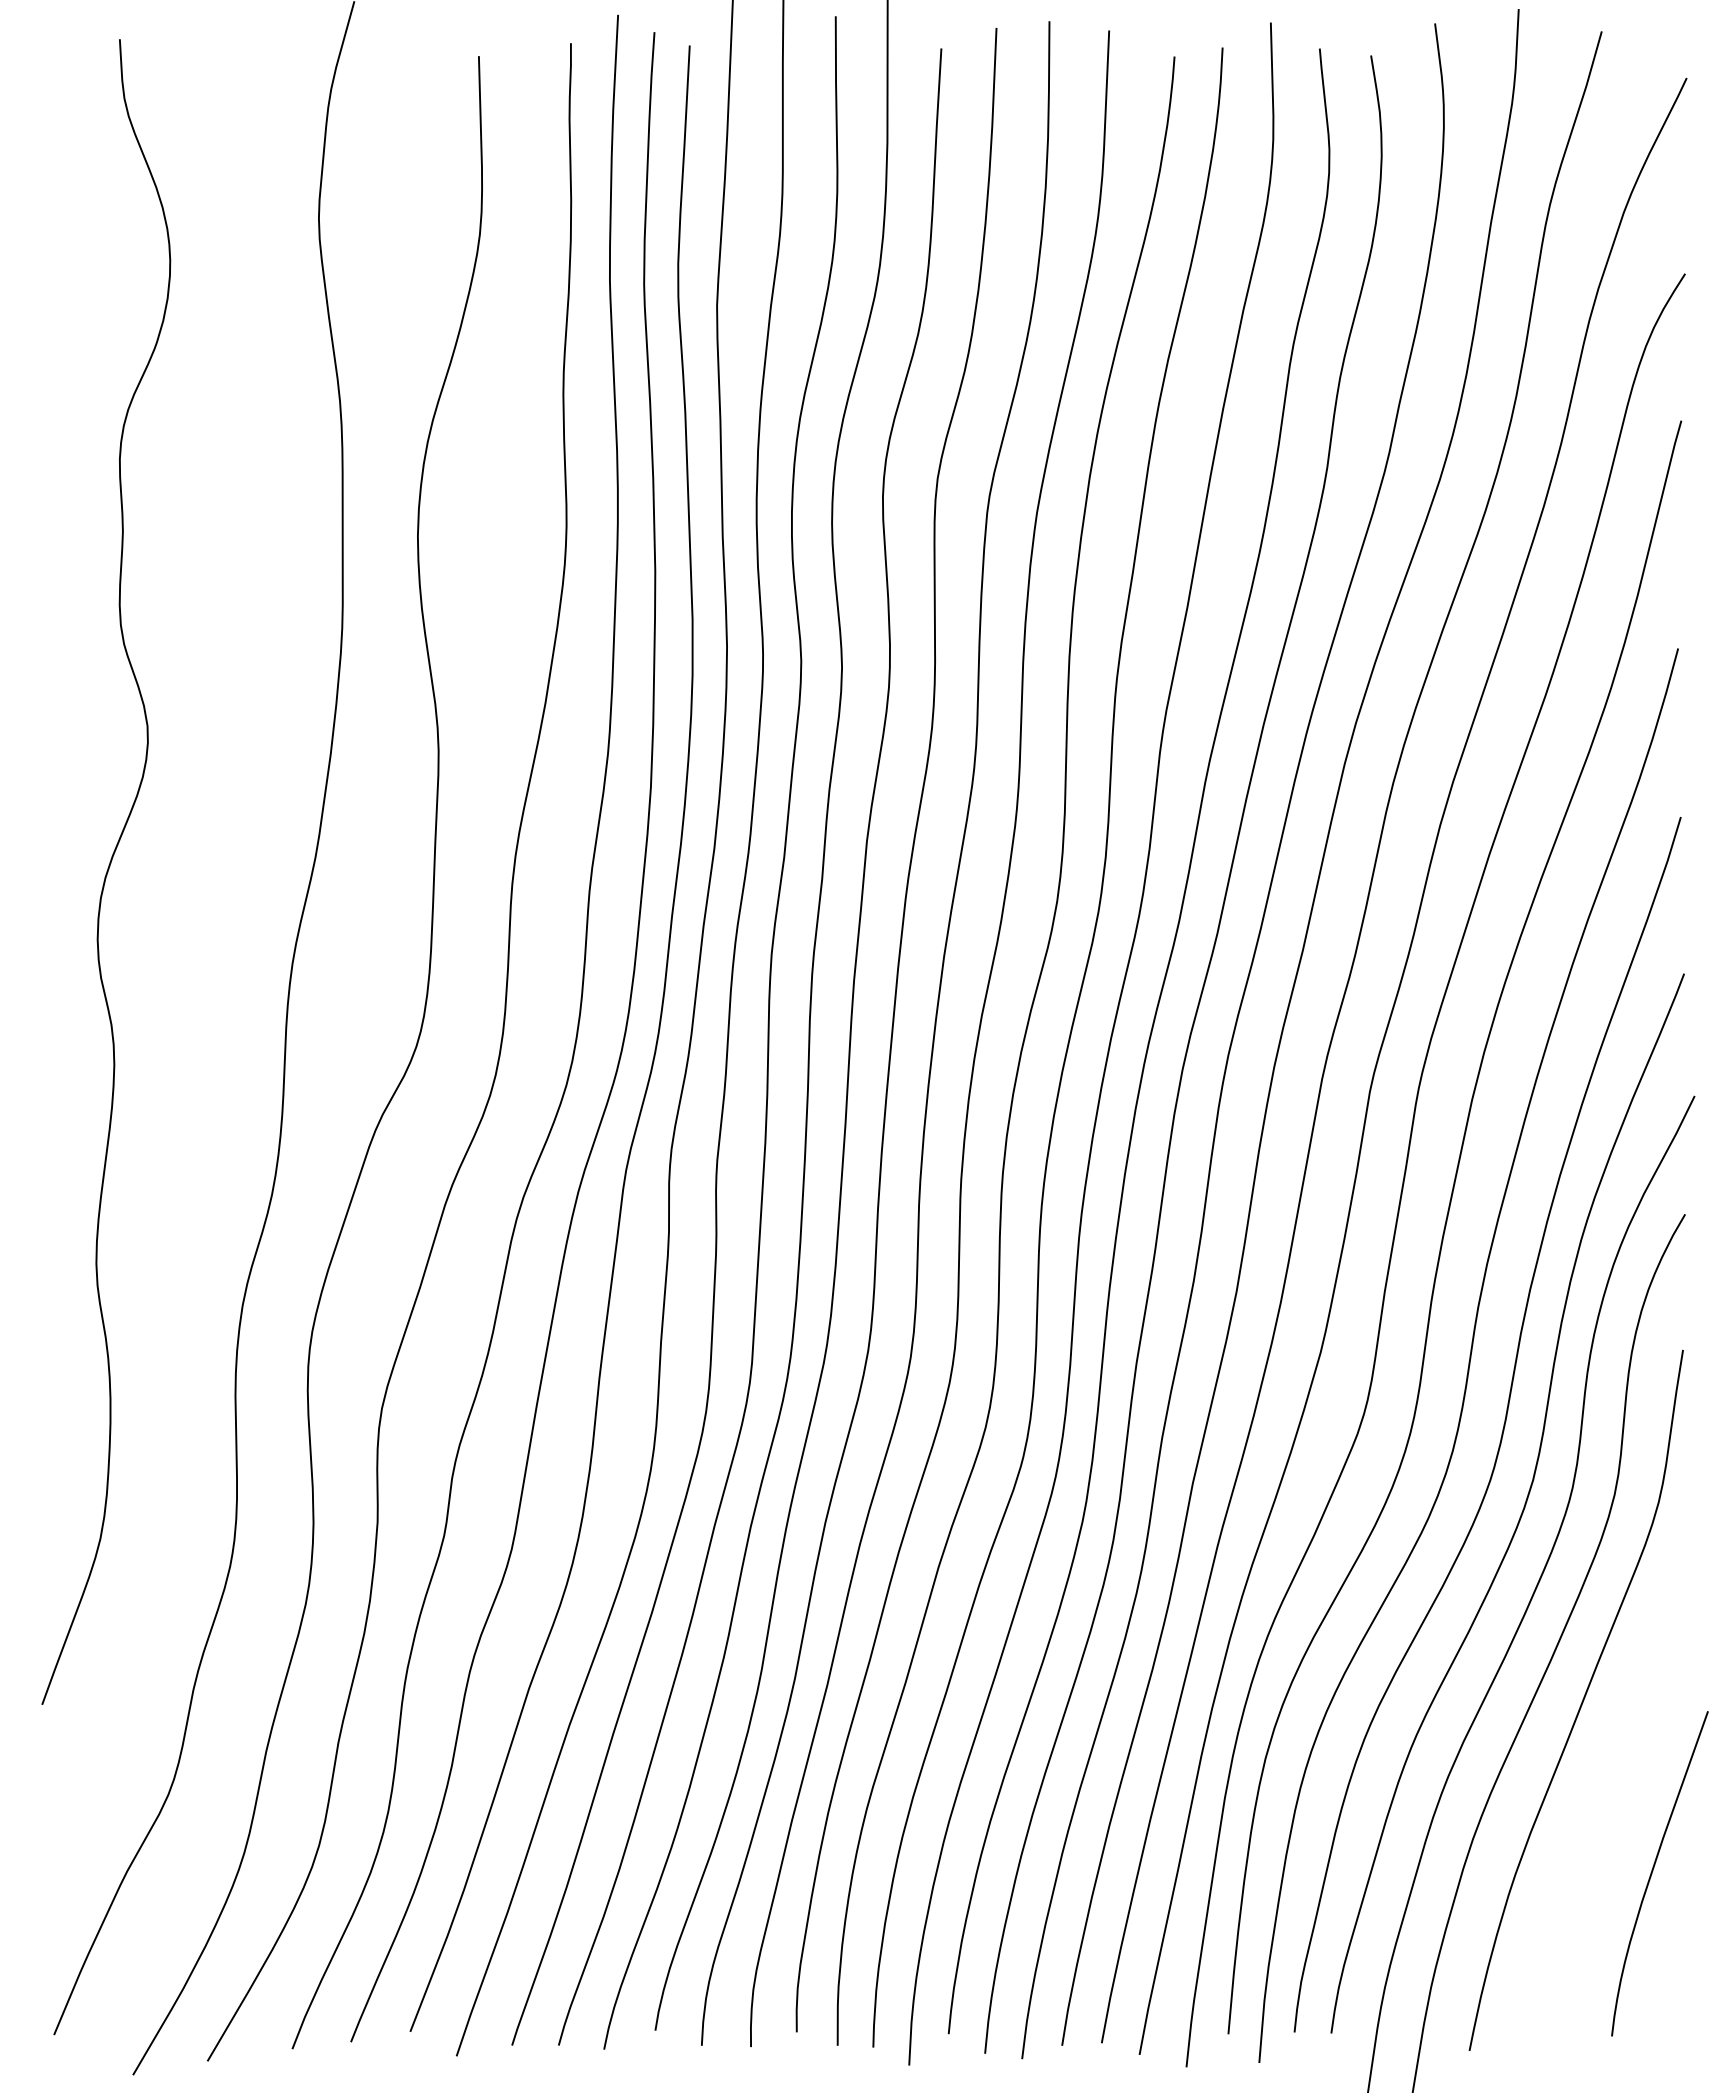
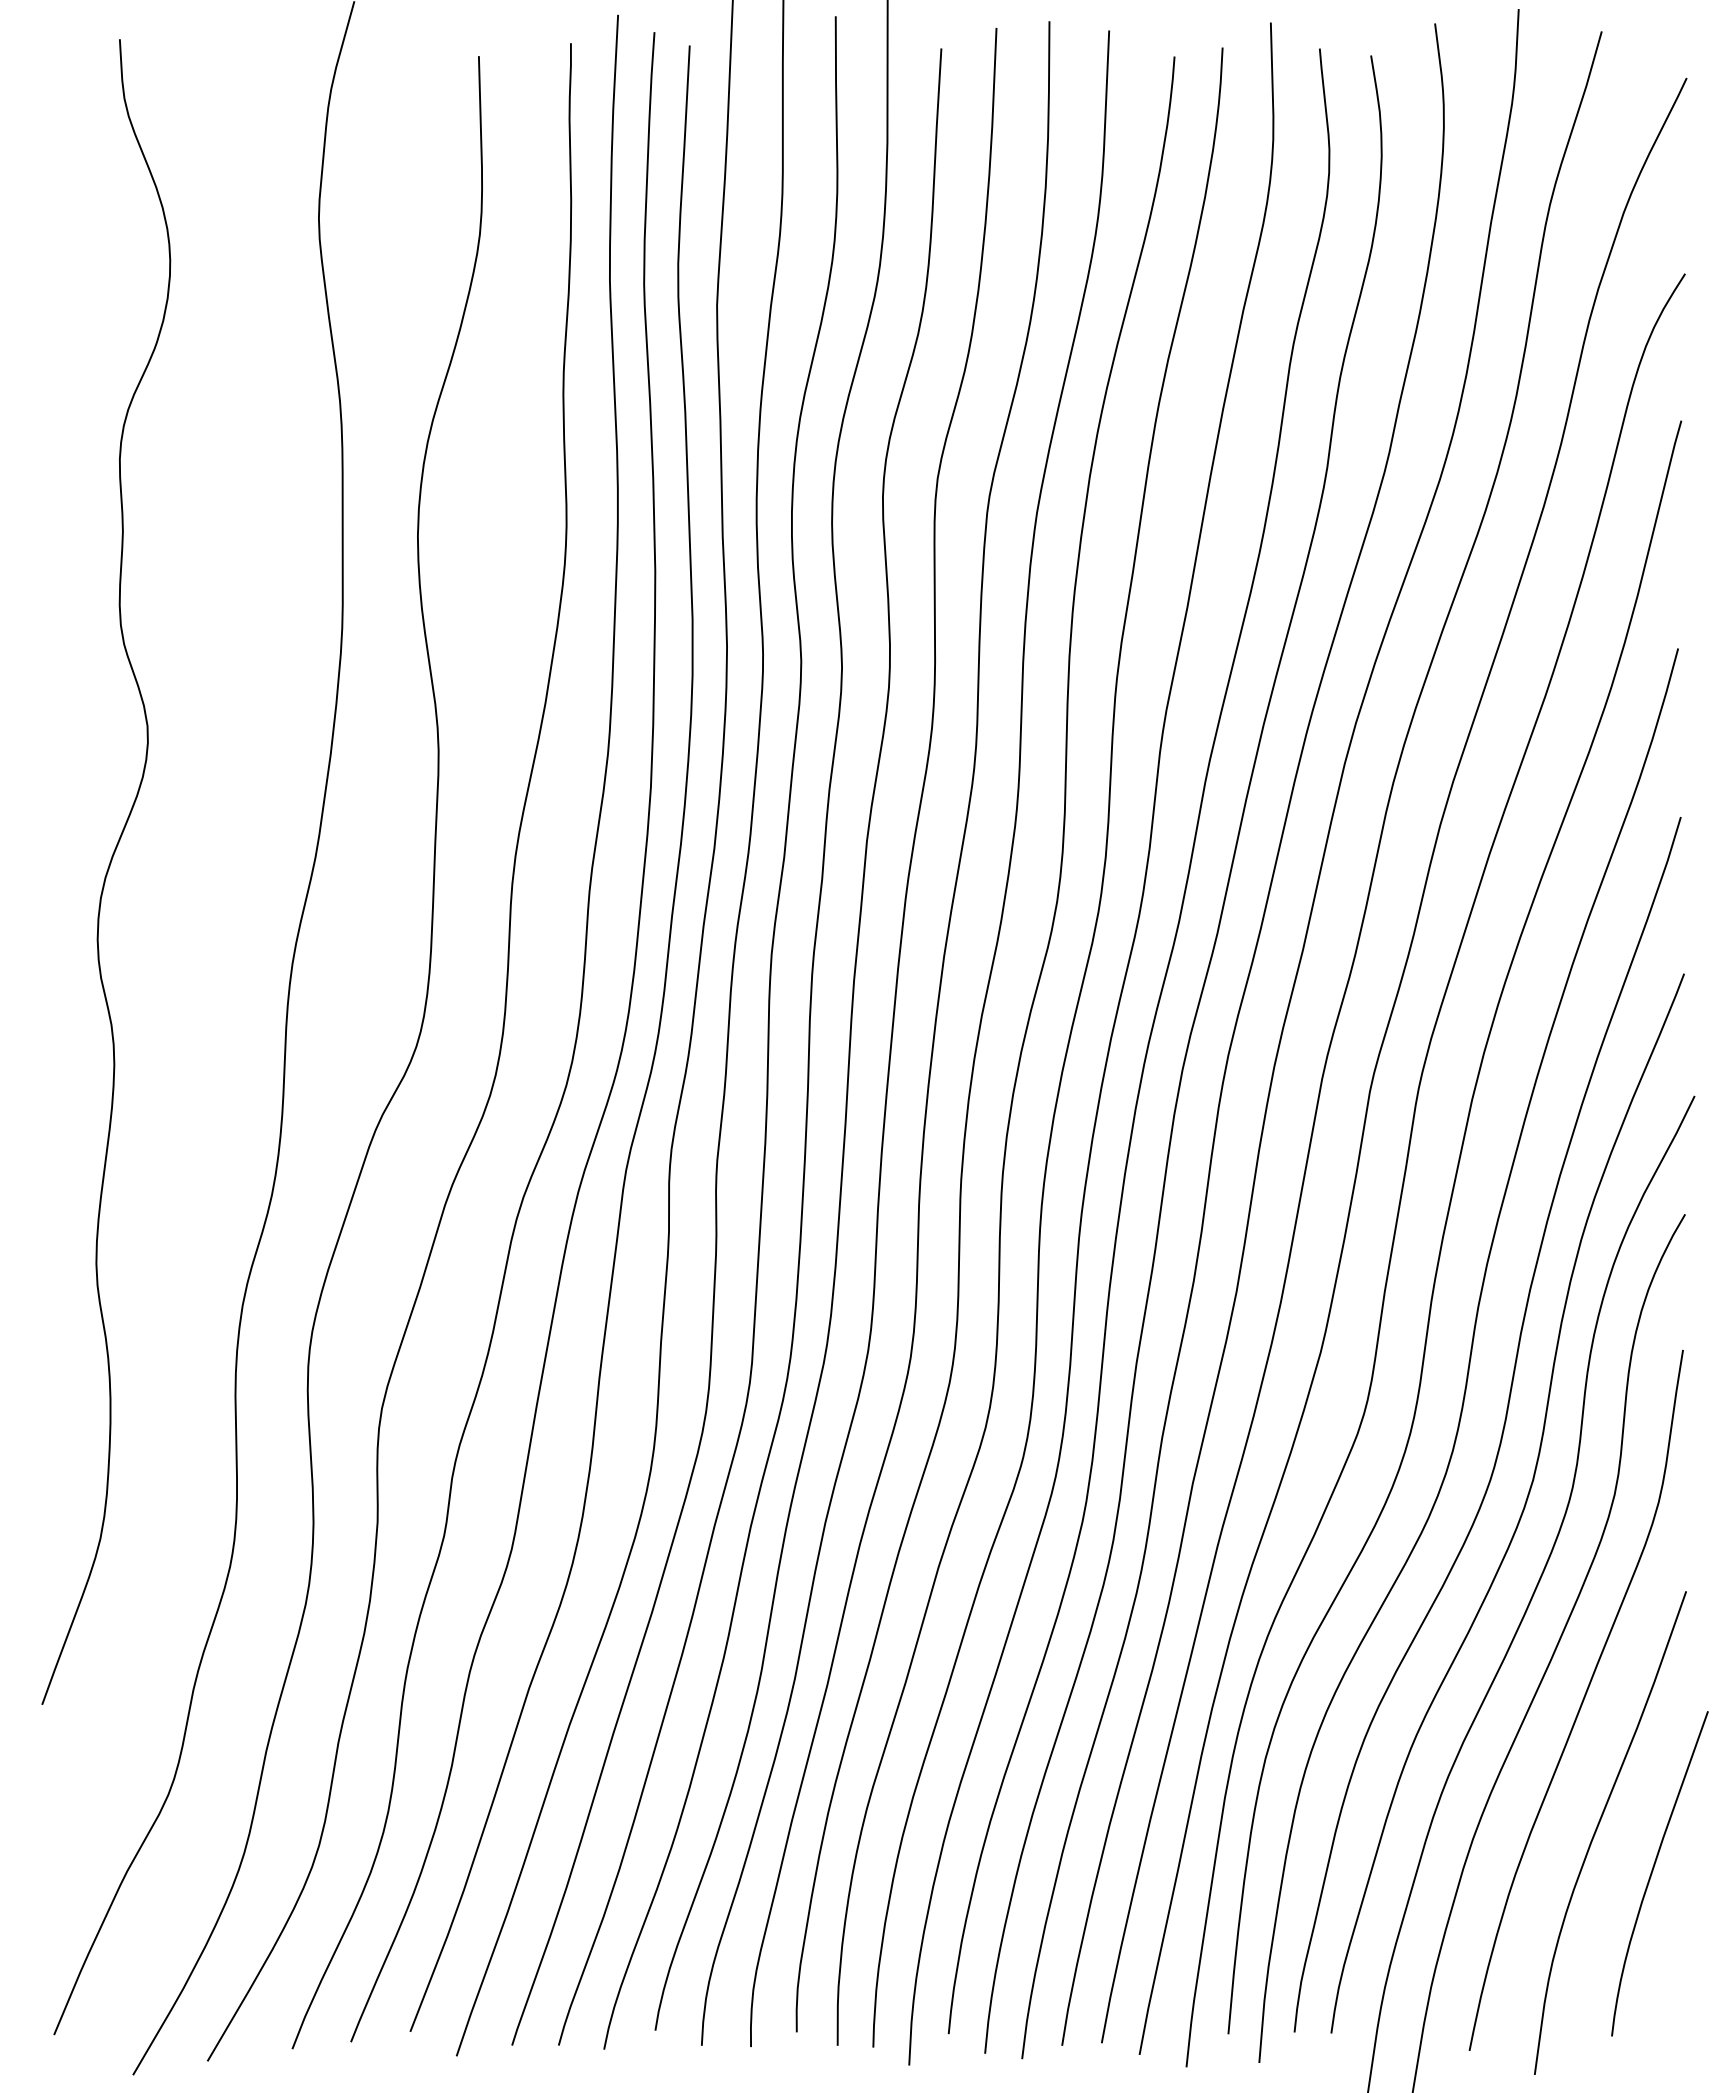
curve at (1598, 1827): none -> present
